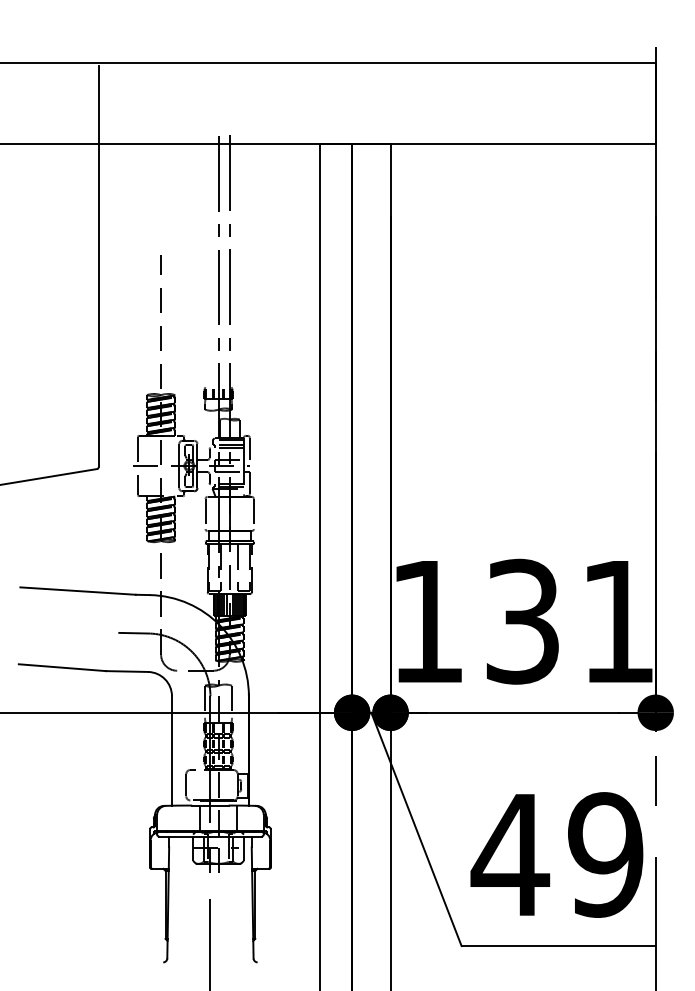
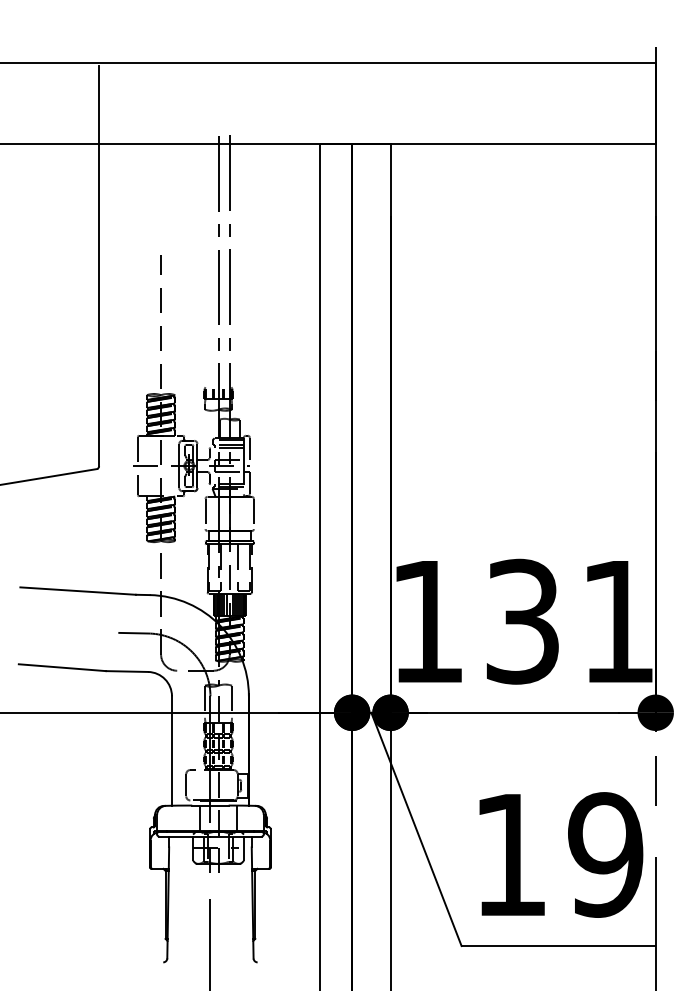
text at (510, 854): 49 -> 19
